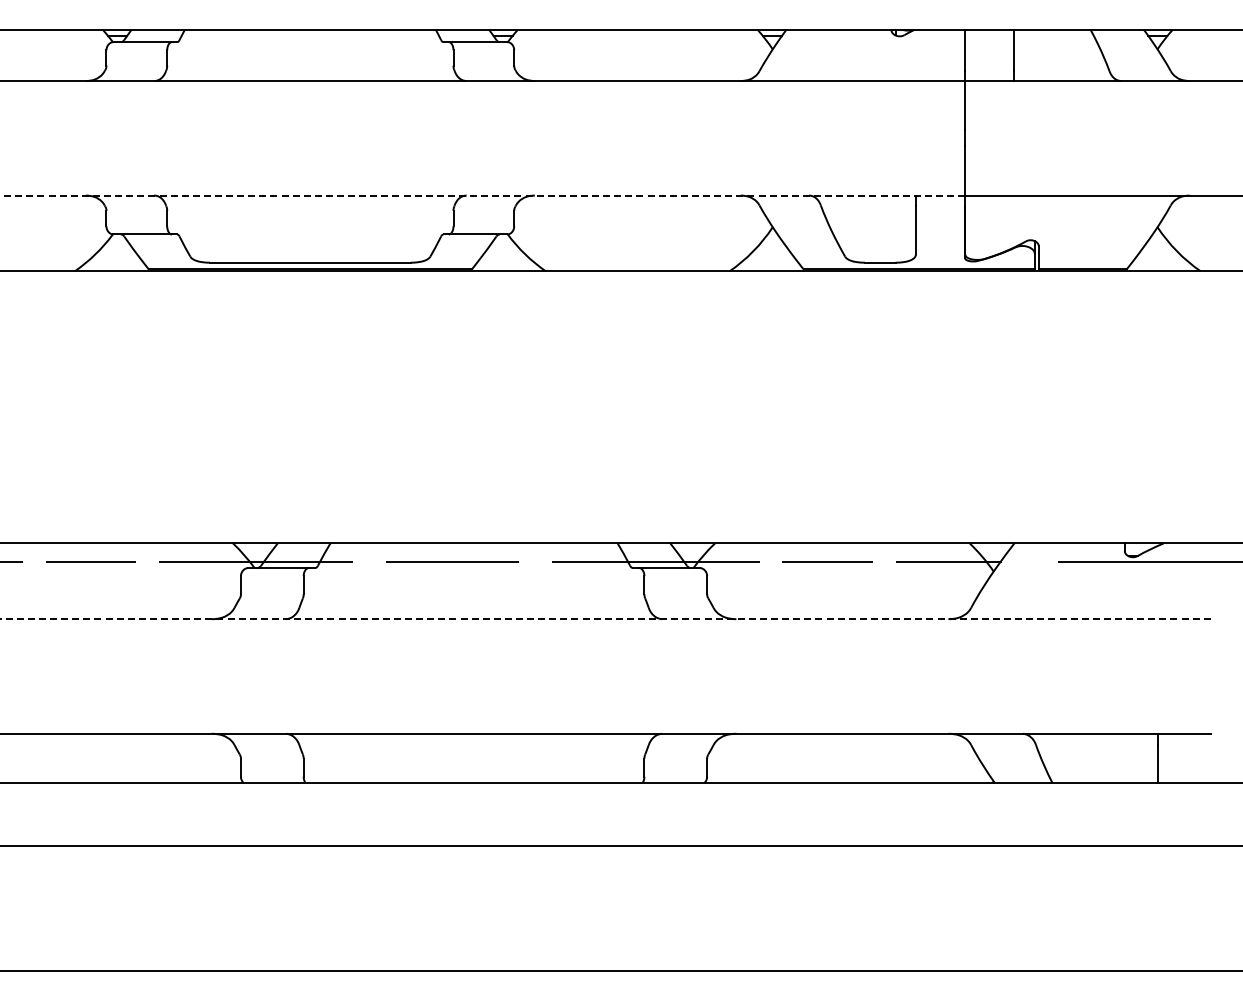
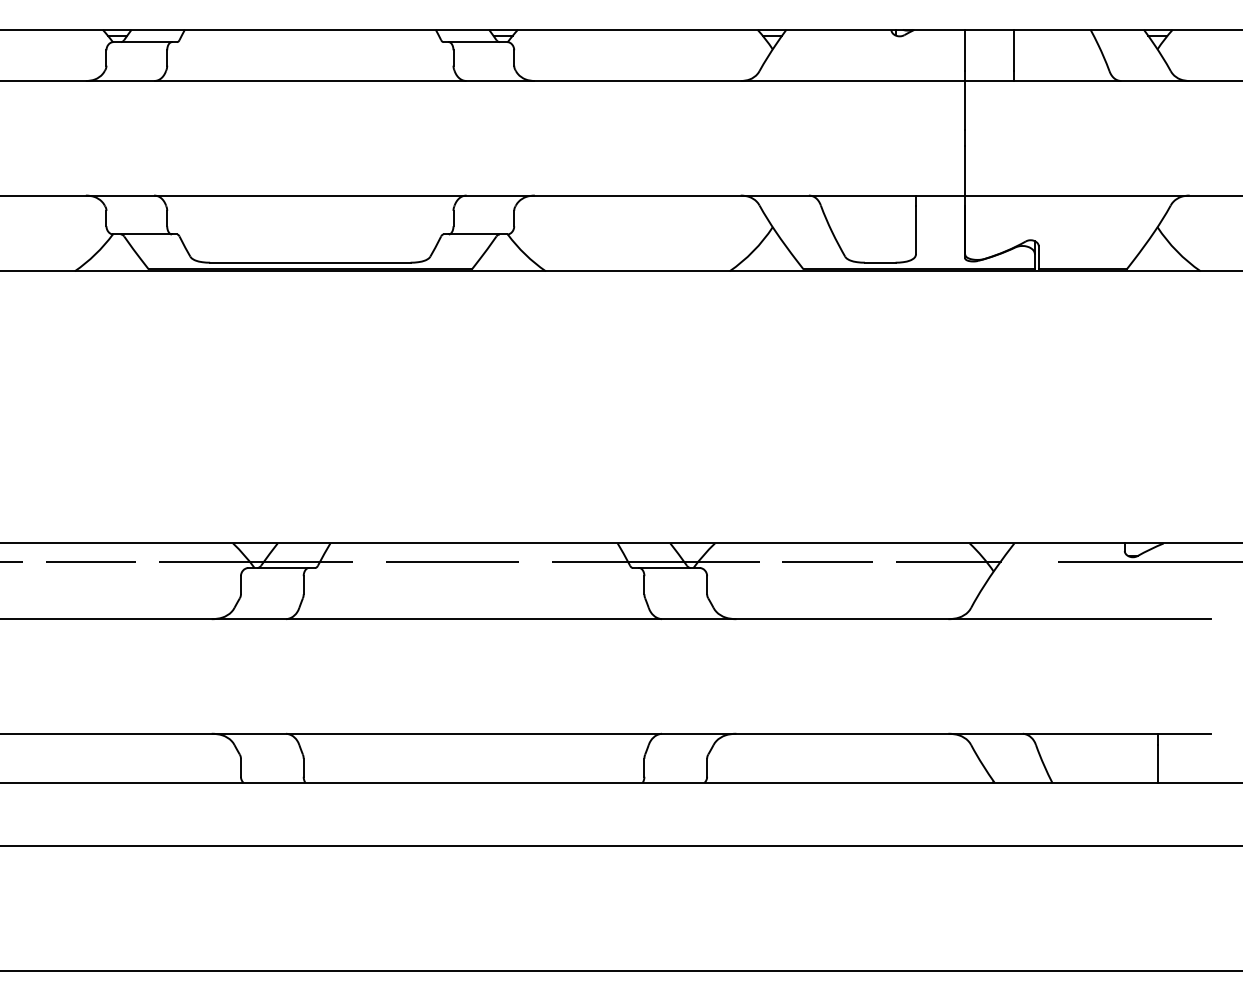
line at (482, 195): dashed -> solid
line at (605, 619): dashed -> solid
